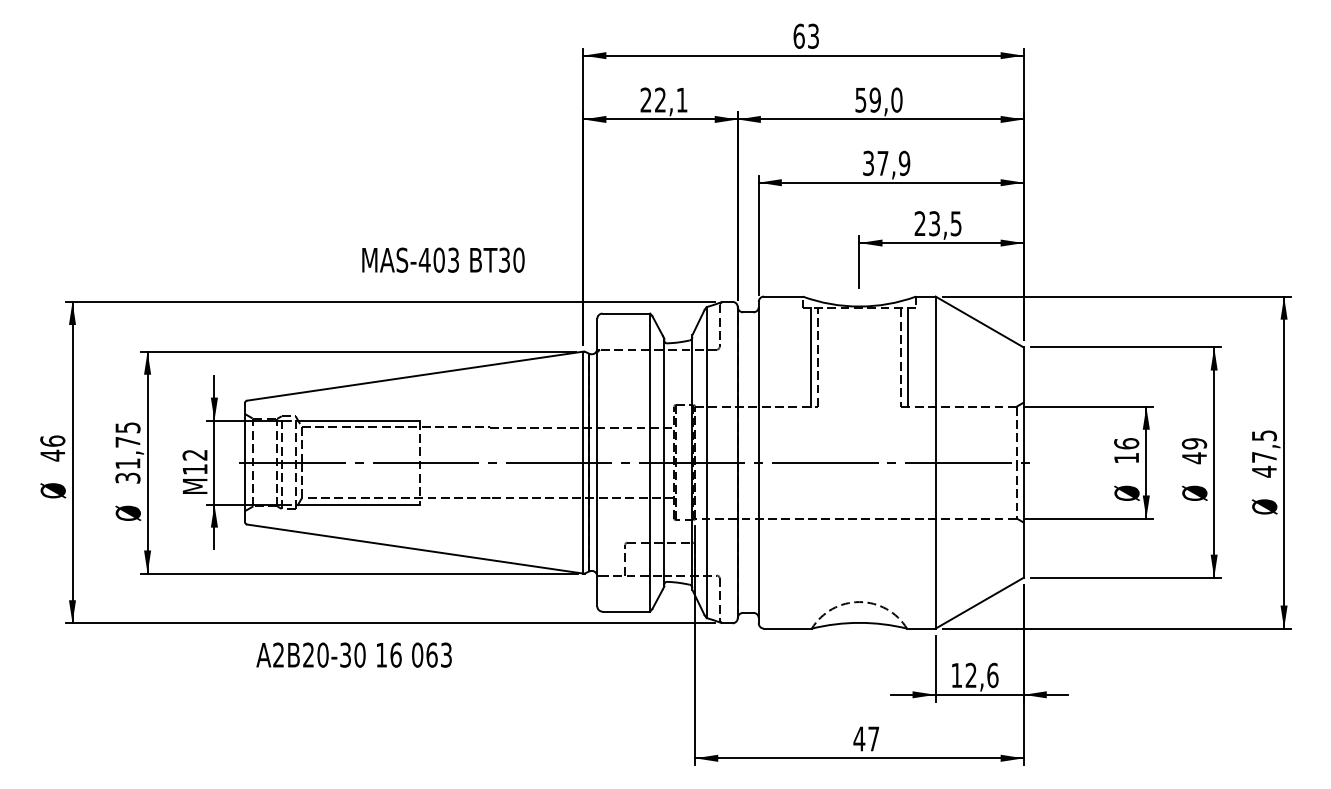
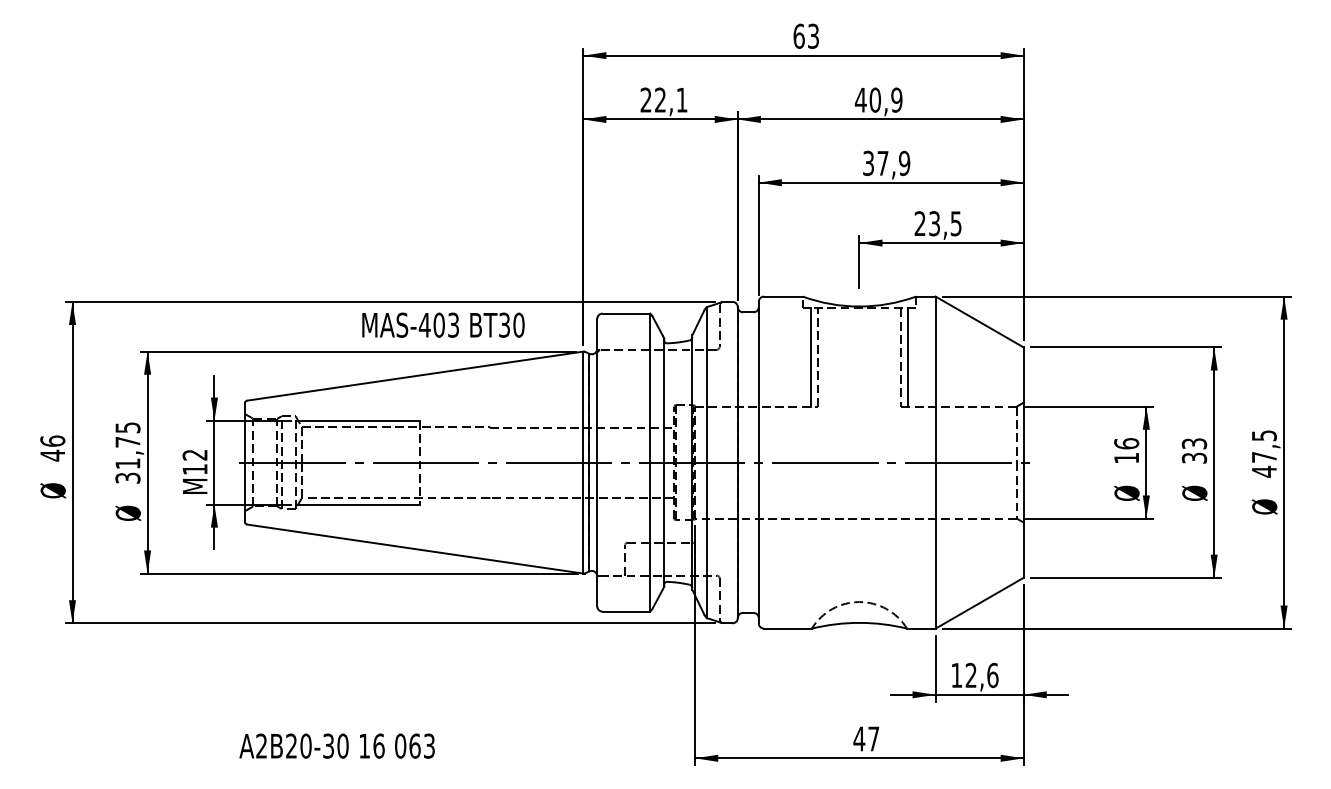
text at (878, 99): 59,0 -> 40,9
text at (443, 259) position: (443, 259) -> (443, 324)
text at (1194, 451): 49 -> 33
text at (353, 654) position: (353, 654) -> (336, 745)
